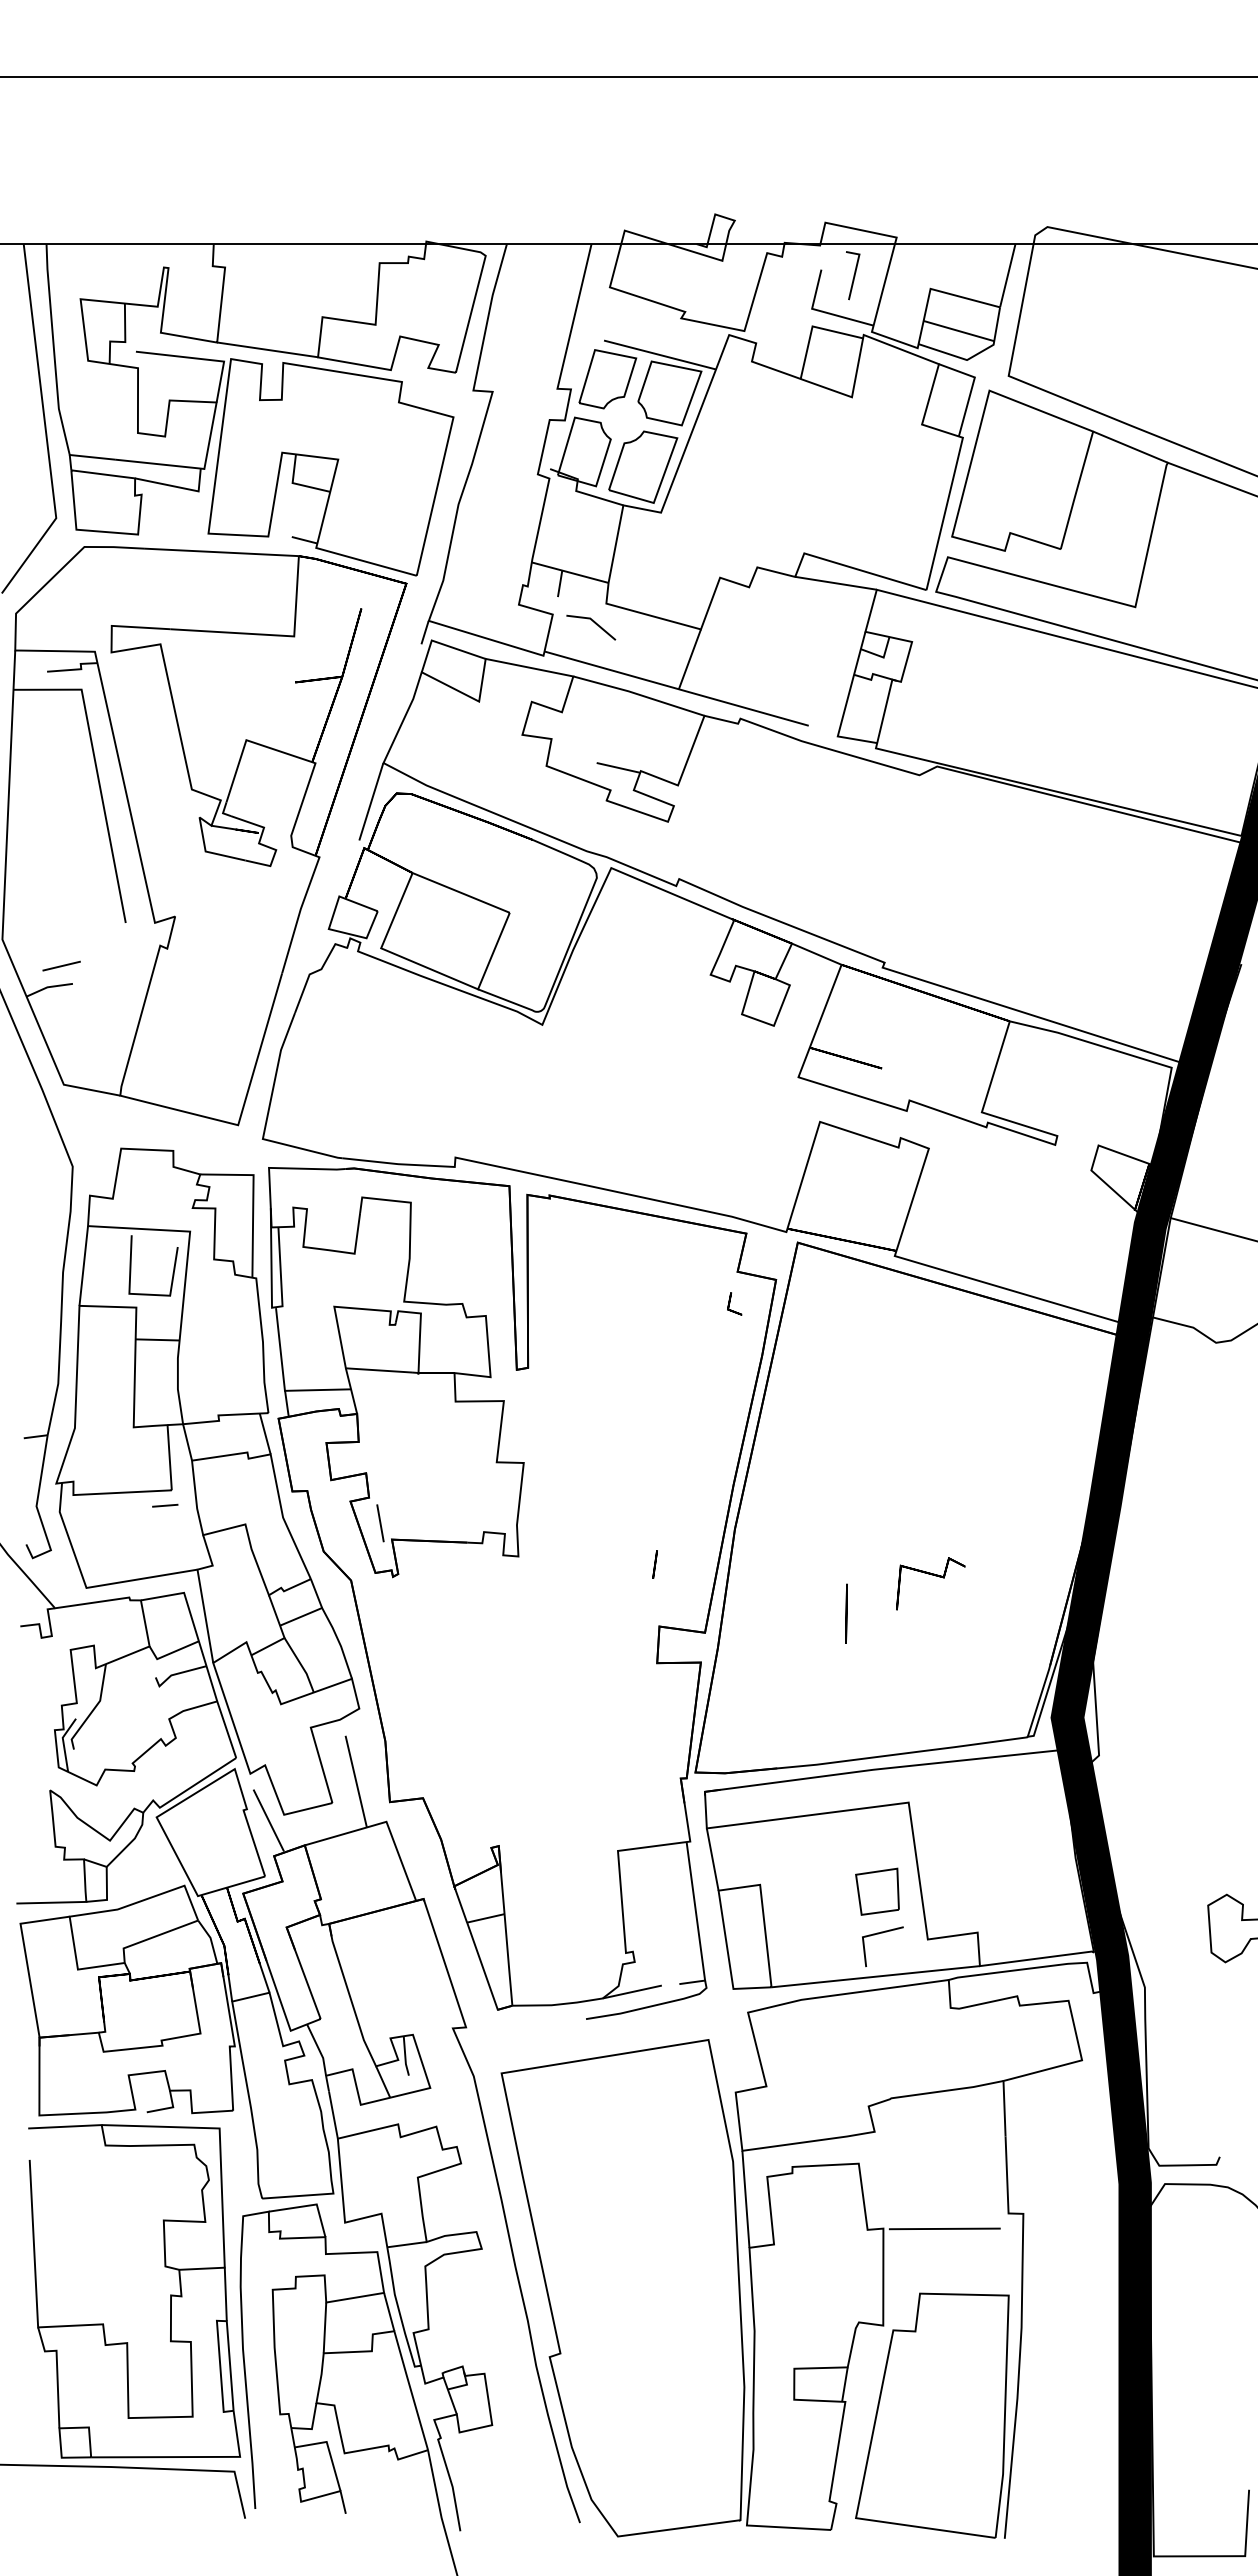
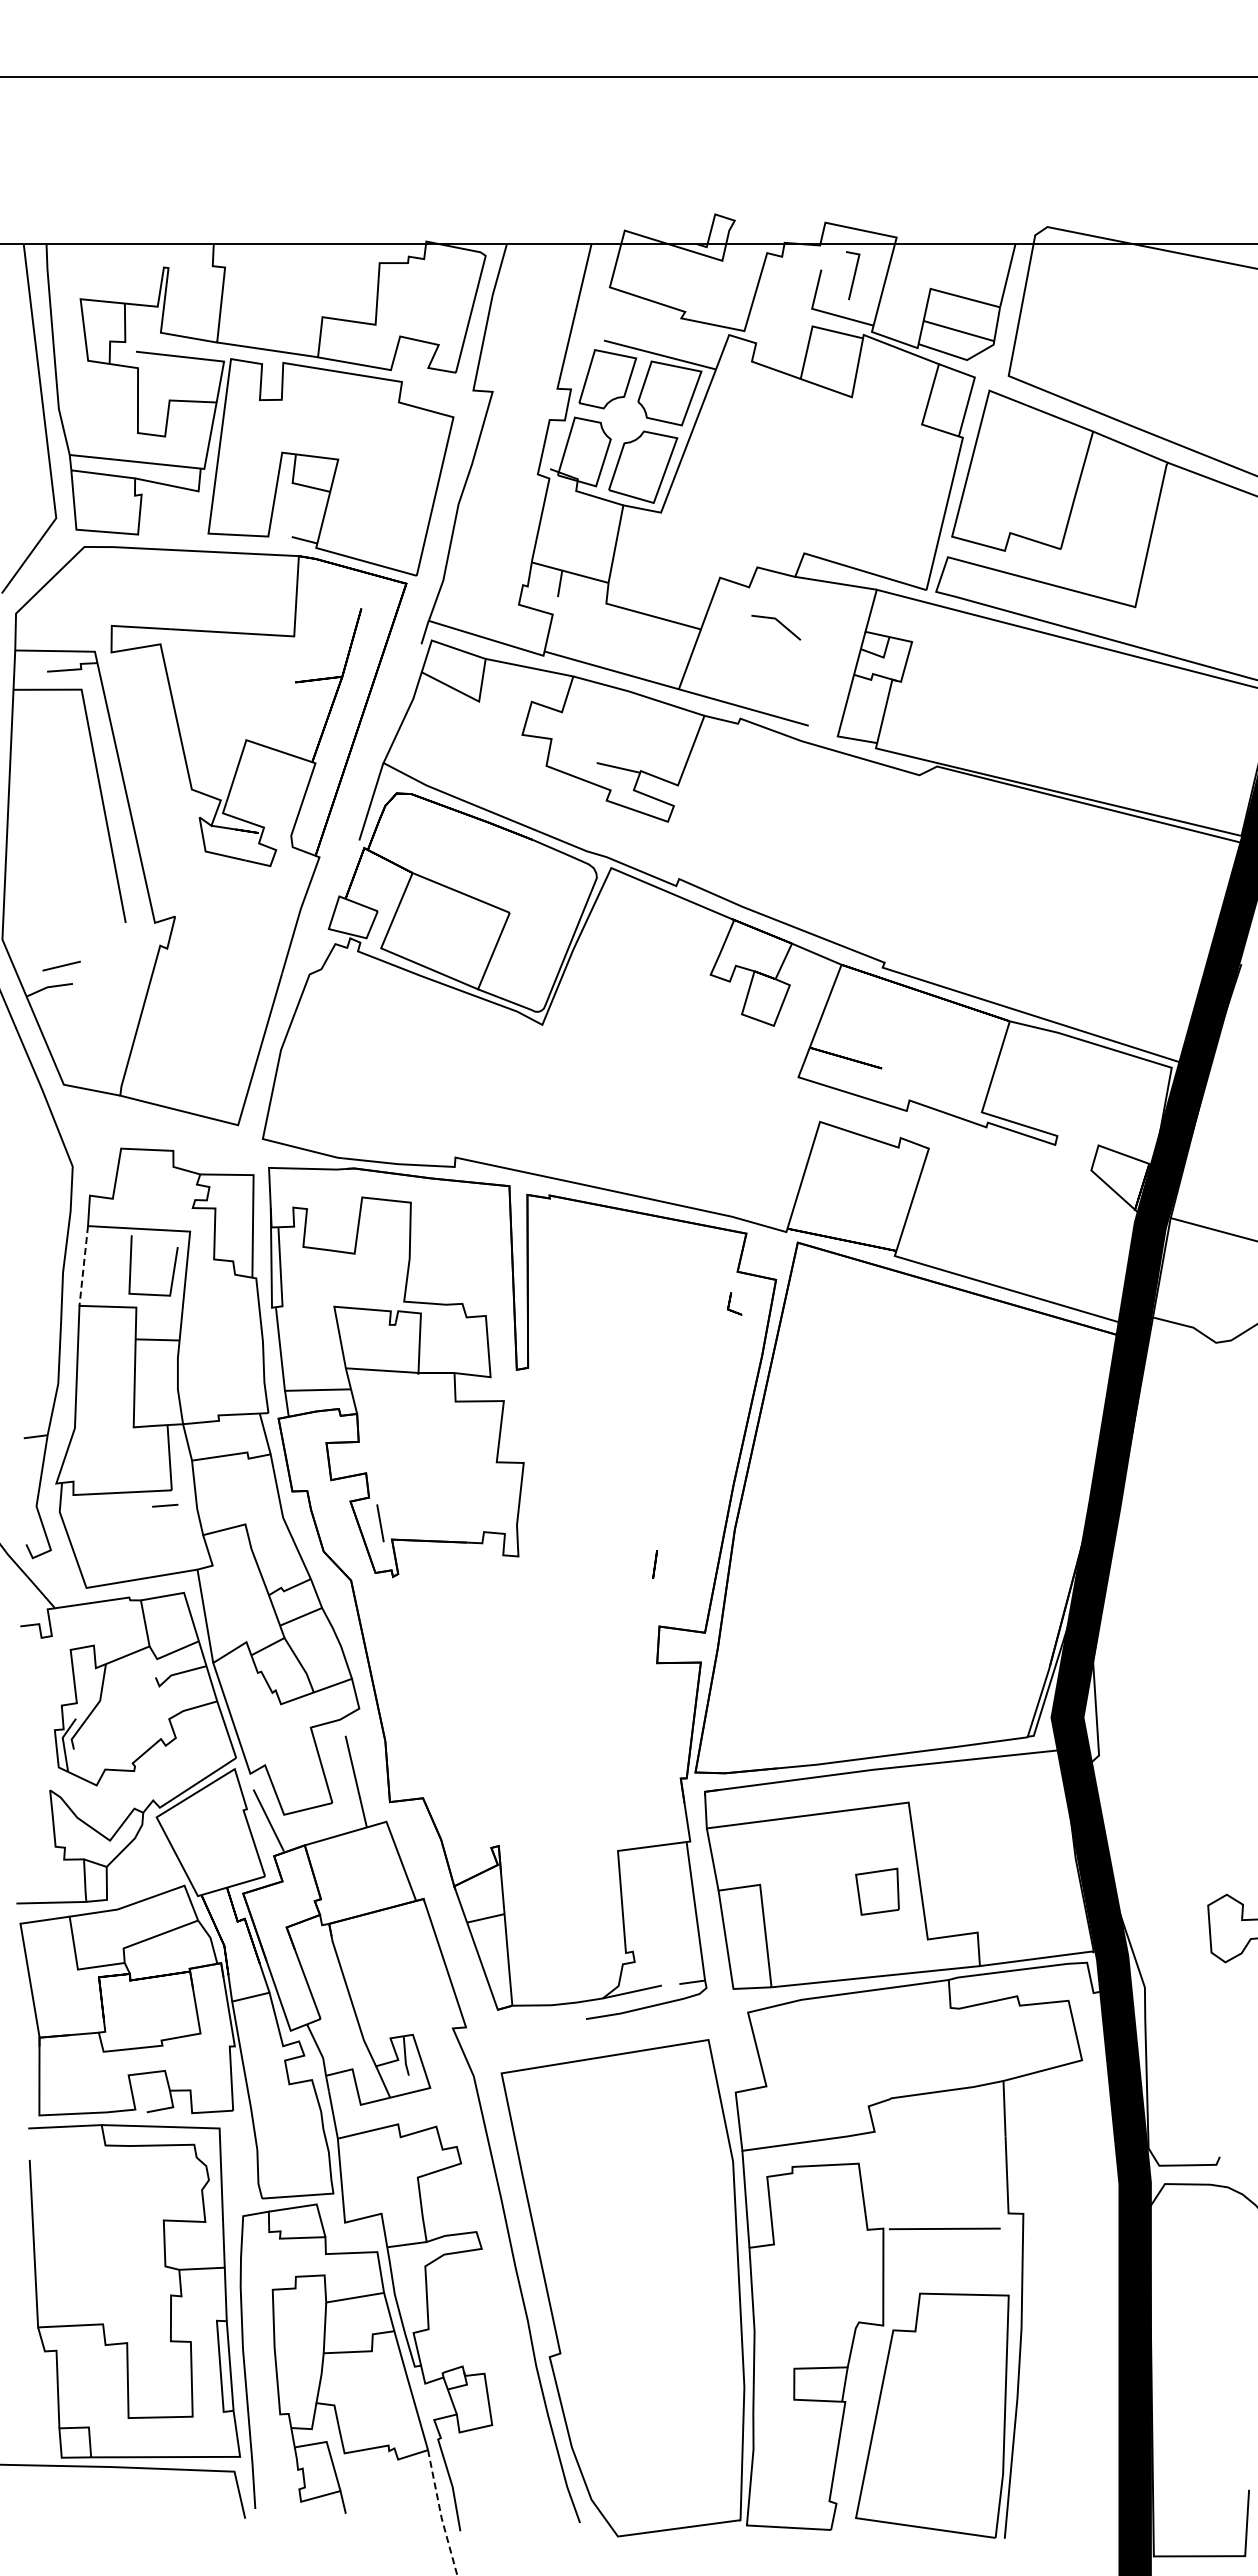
line at (594, 623) position: (594, 623) -> (779, 623)
line at (83, 1266): solid -> dashed
part at (931, 1575): present -> none
line at (846, 1613): present -> none
line at (878, 1934): present -> none
line at (440, 2513): solid -> dashed
